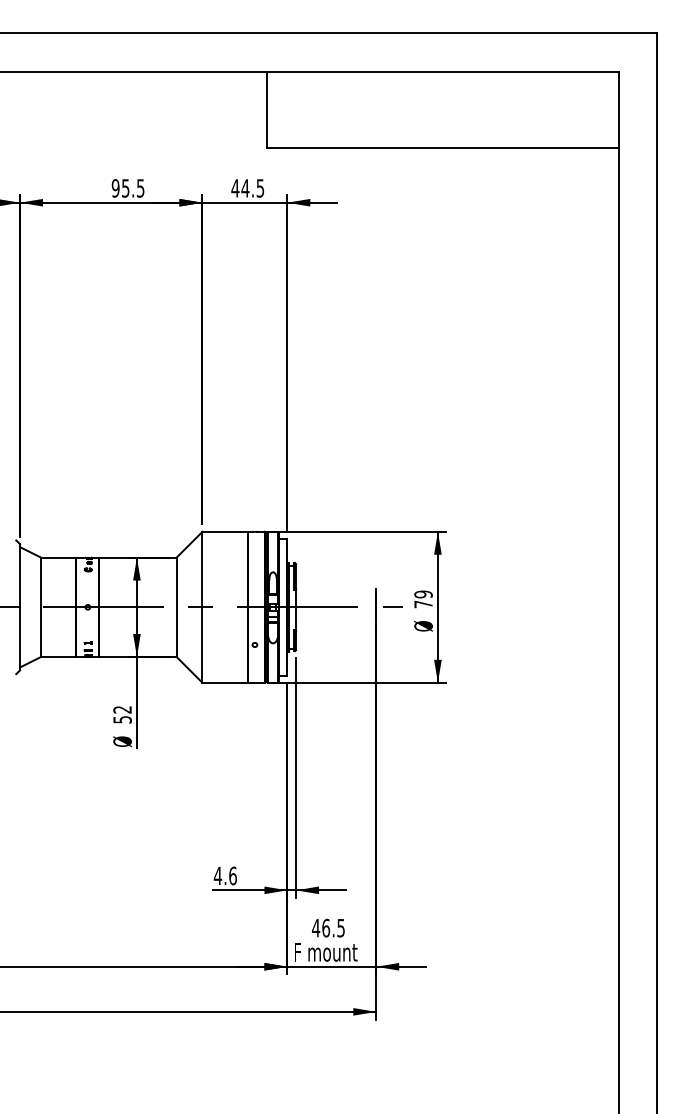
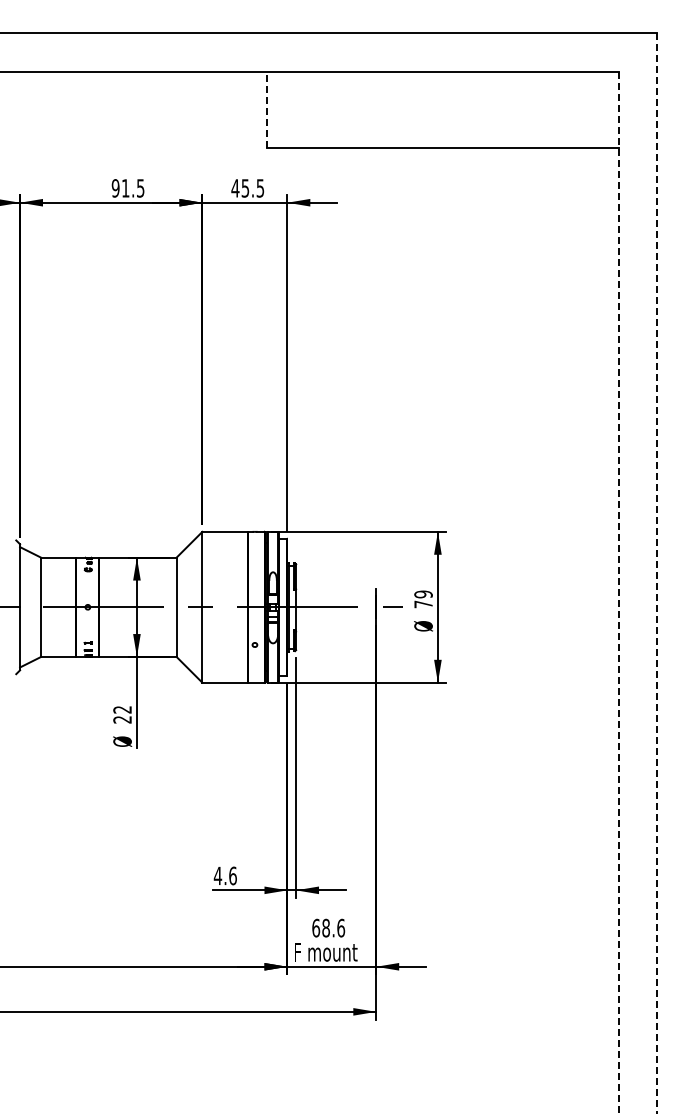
line at (267, 109): solid -> dashed
text at (125, 188): 95.5 -> 91.5
text at (245, 188): 44.5 -> 45.5
line at (656, 573): solid -> dashed
line at (618, 592): solid -> dashed
text at (122, 719): 52 -> 22
text at (328, 927): 46.5 -> 68.6
